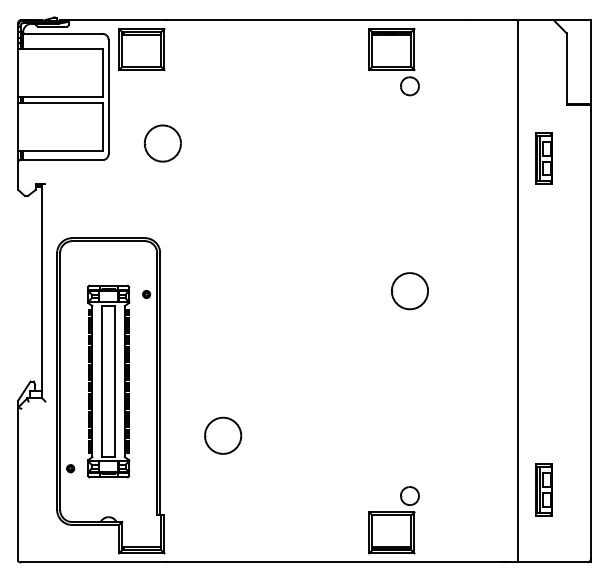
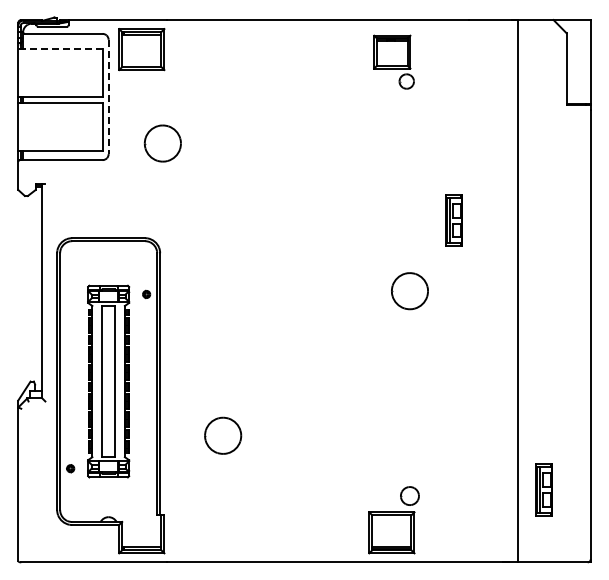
line at (59, 48): solid -> dashed
part at (393, 62) size: 52x69 px -> 42x56 px
line at (108, 97): solid -> dashed
part at (543, 158) position: (543, 158) -> (453, 220)
